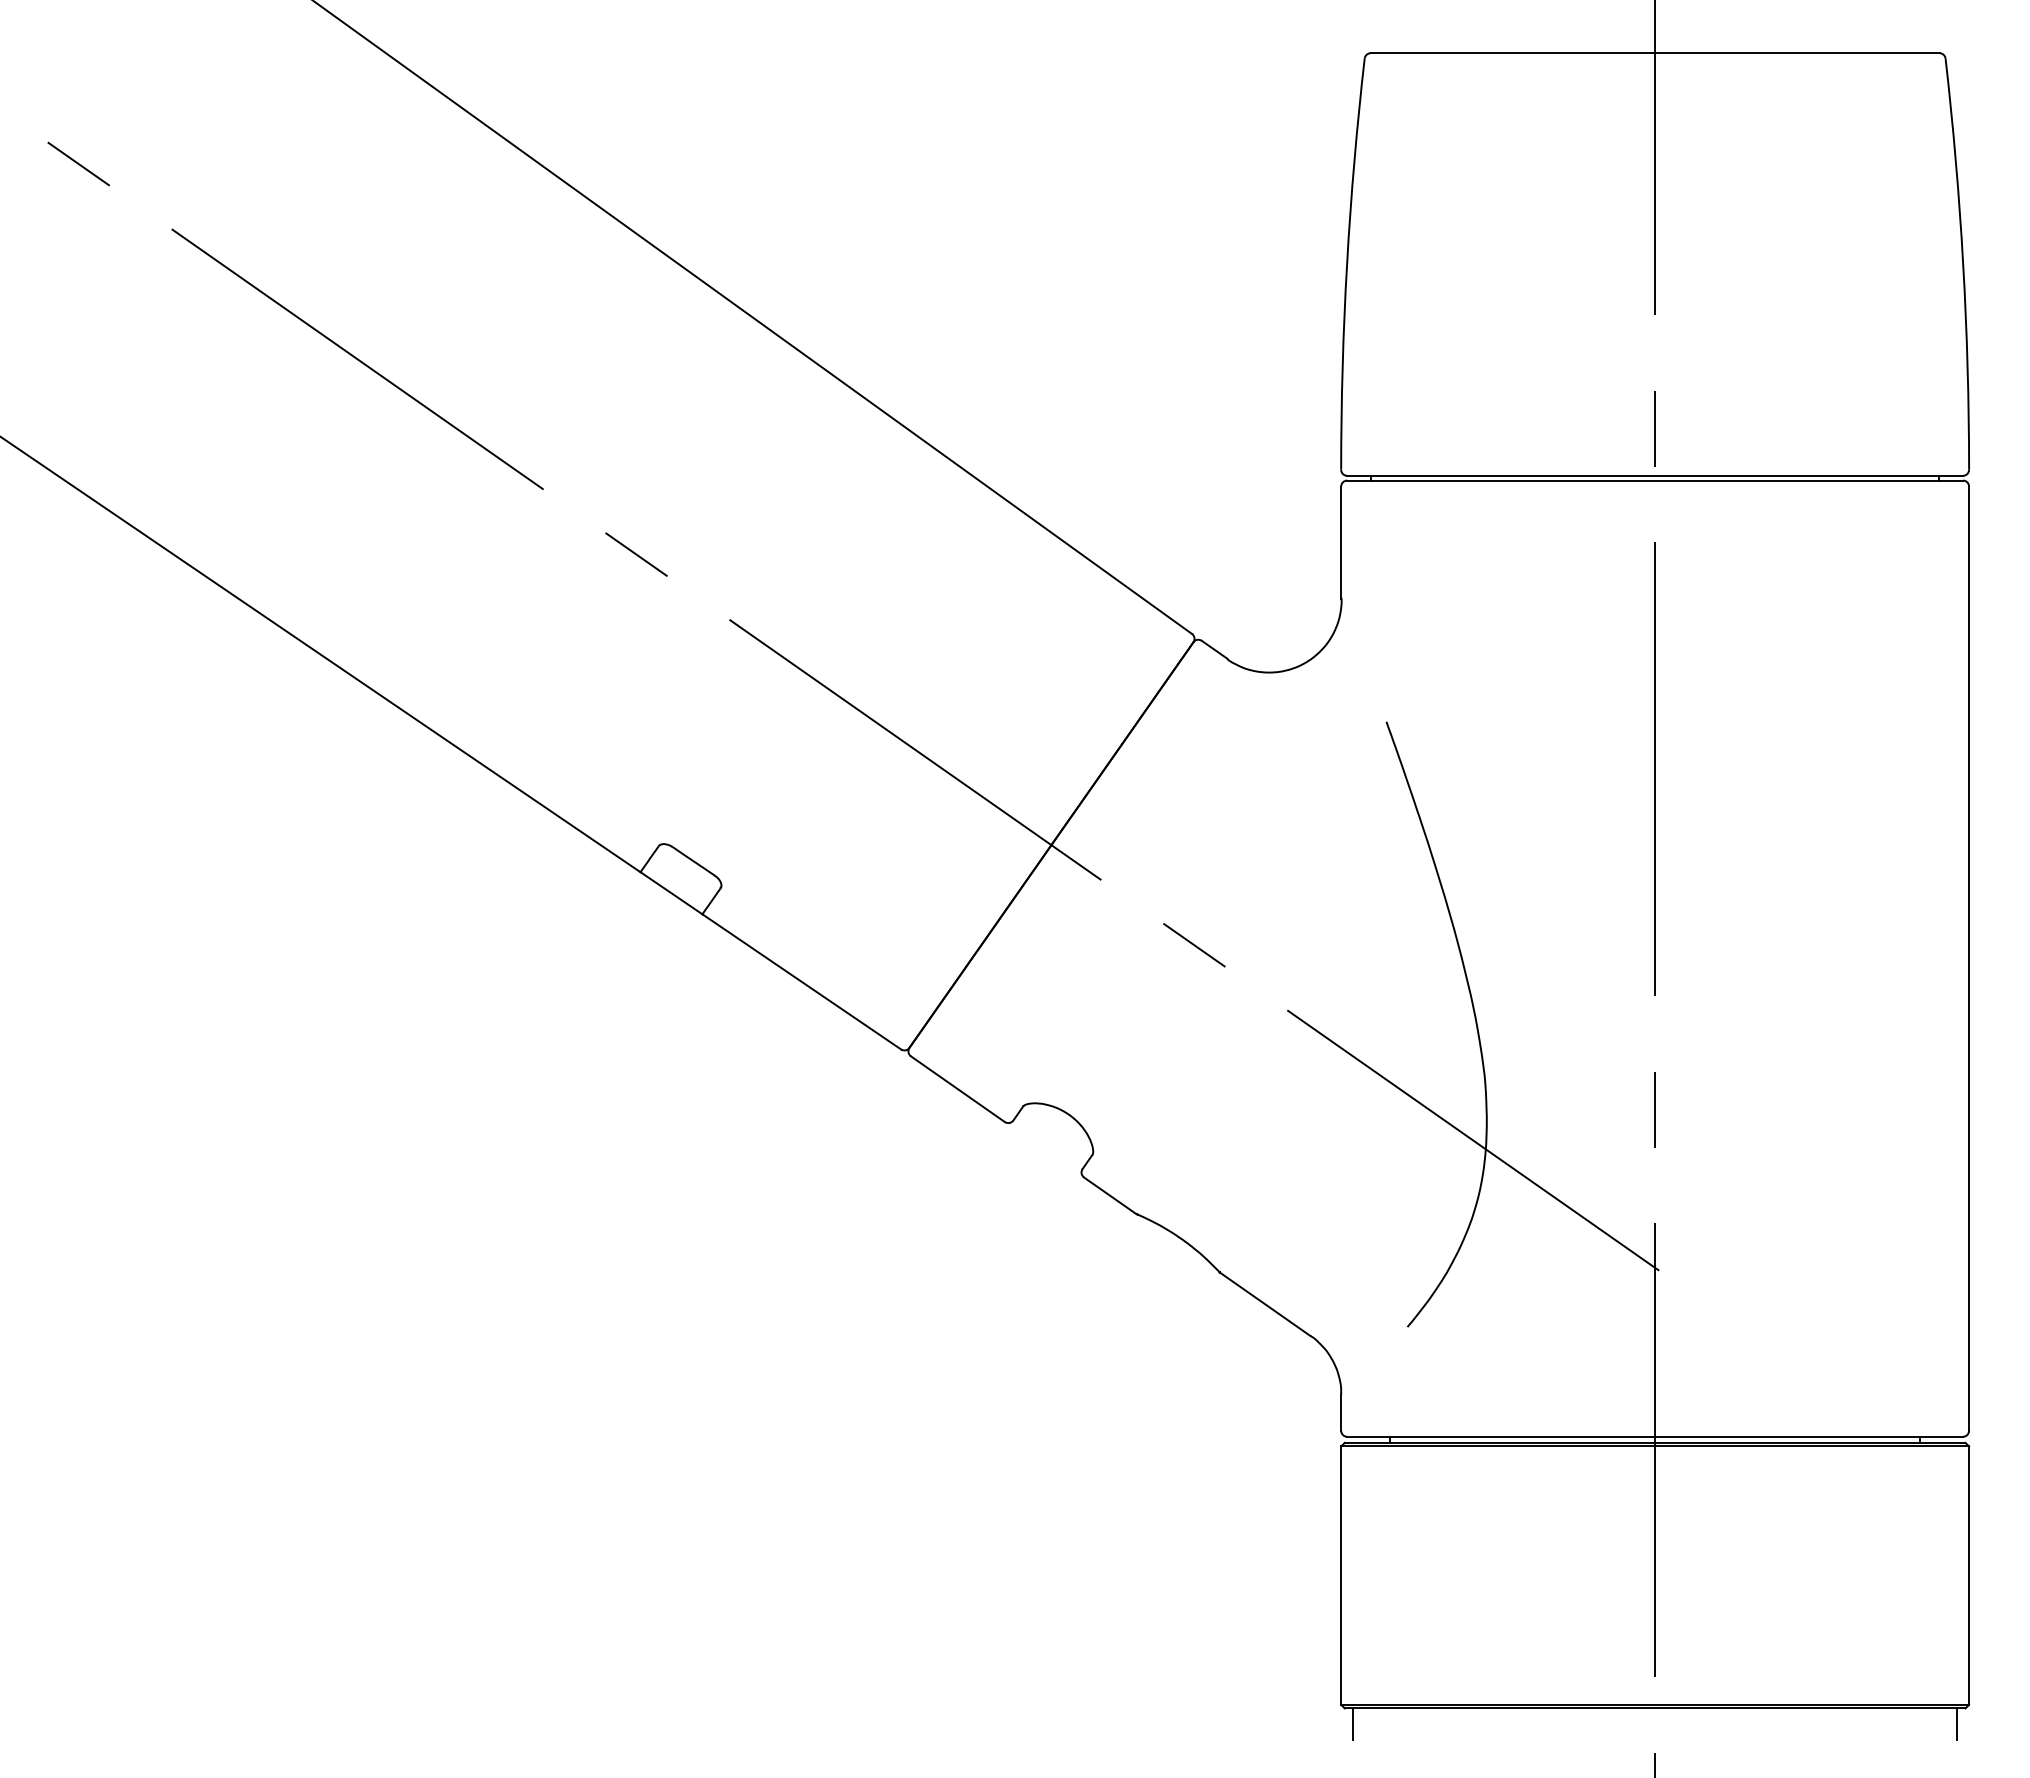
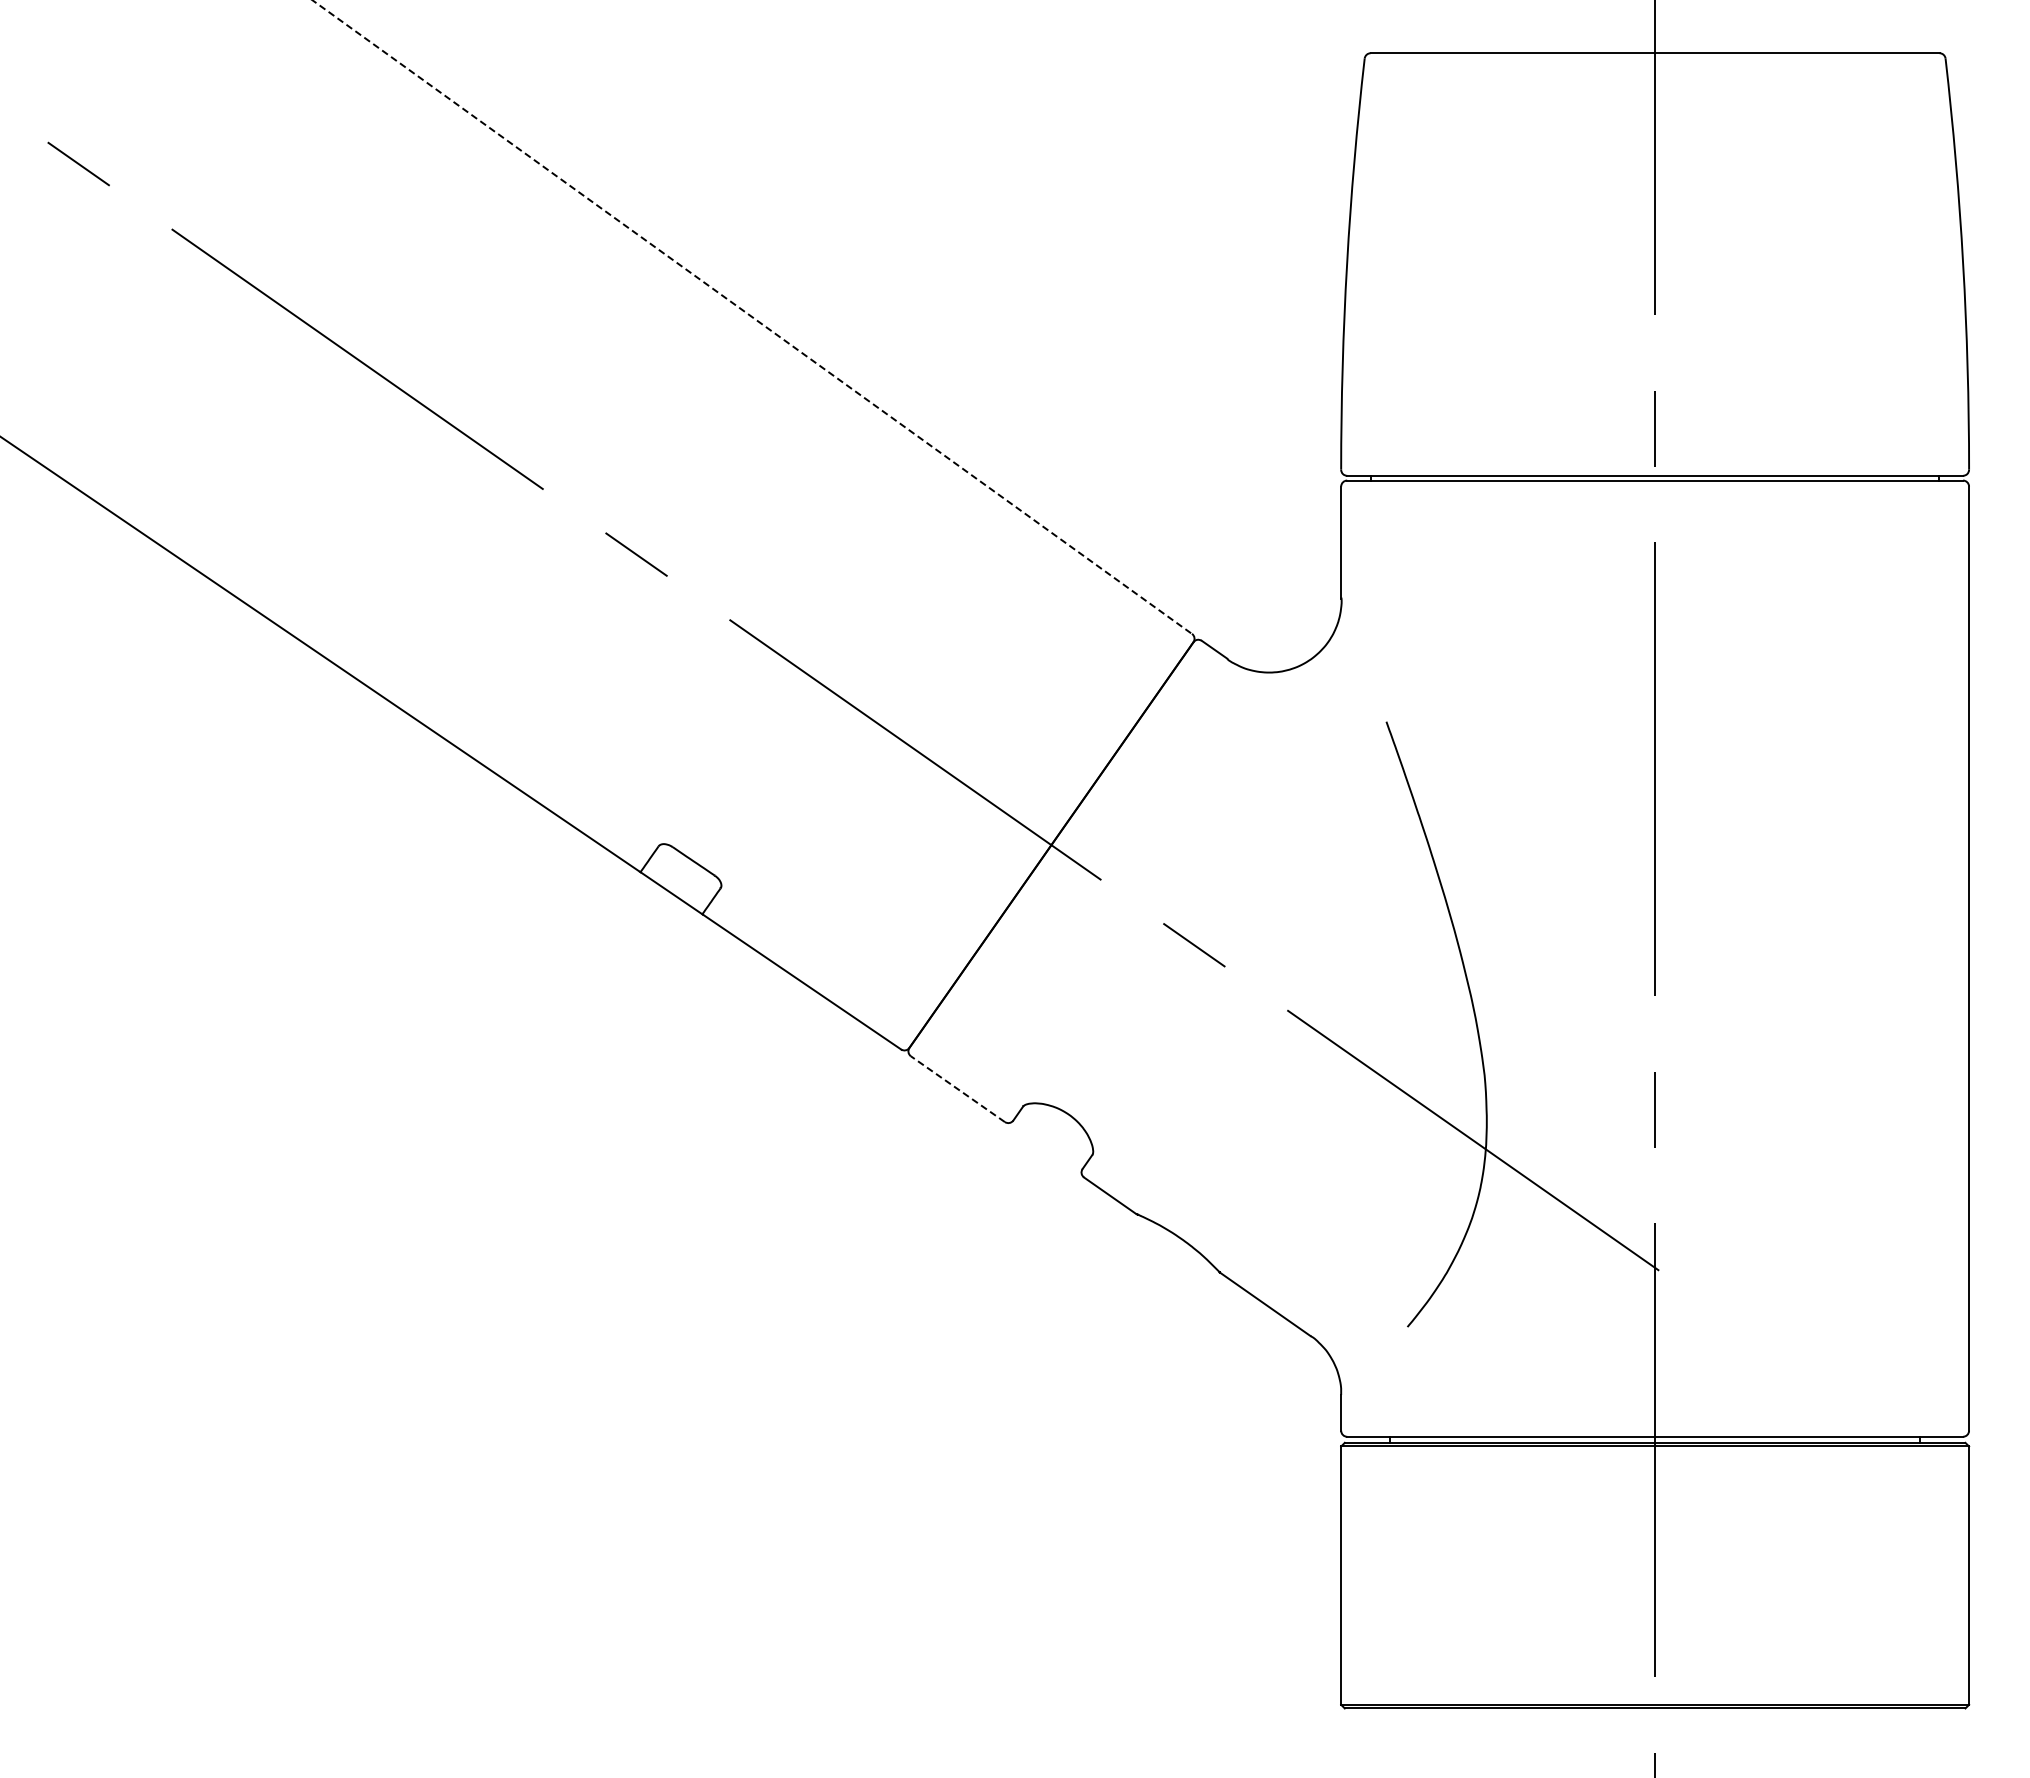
line at (752, 317): solid -> dashed
line at (957, 1088): solid -> dashed
line at (1353, 1724): present -> none
line at (1956, 1724): present -> none
